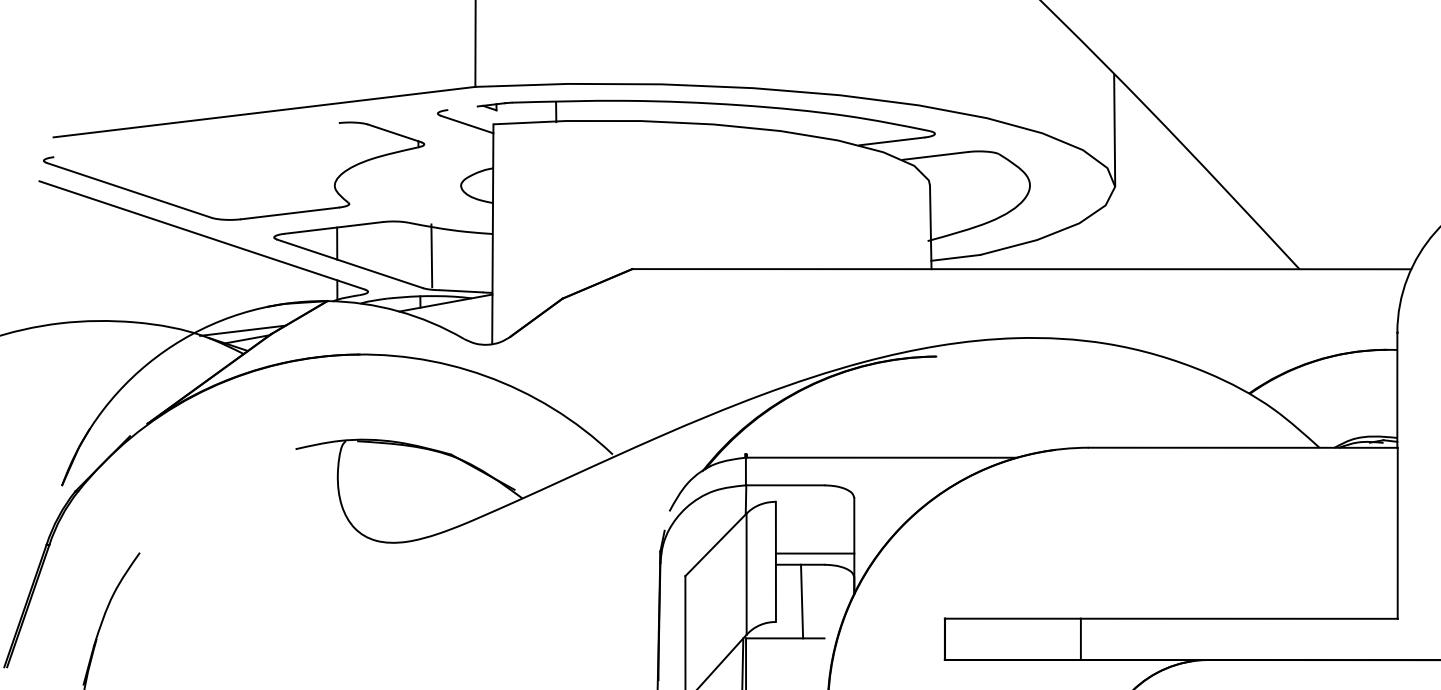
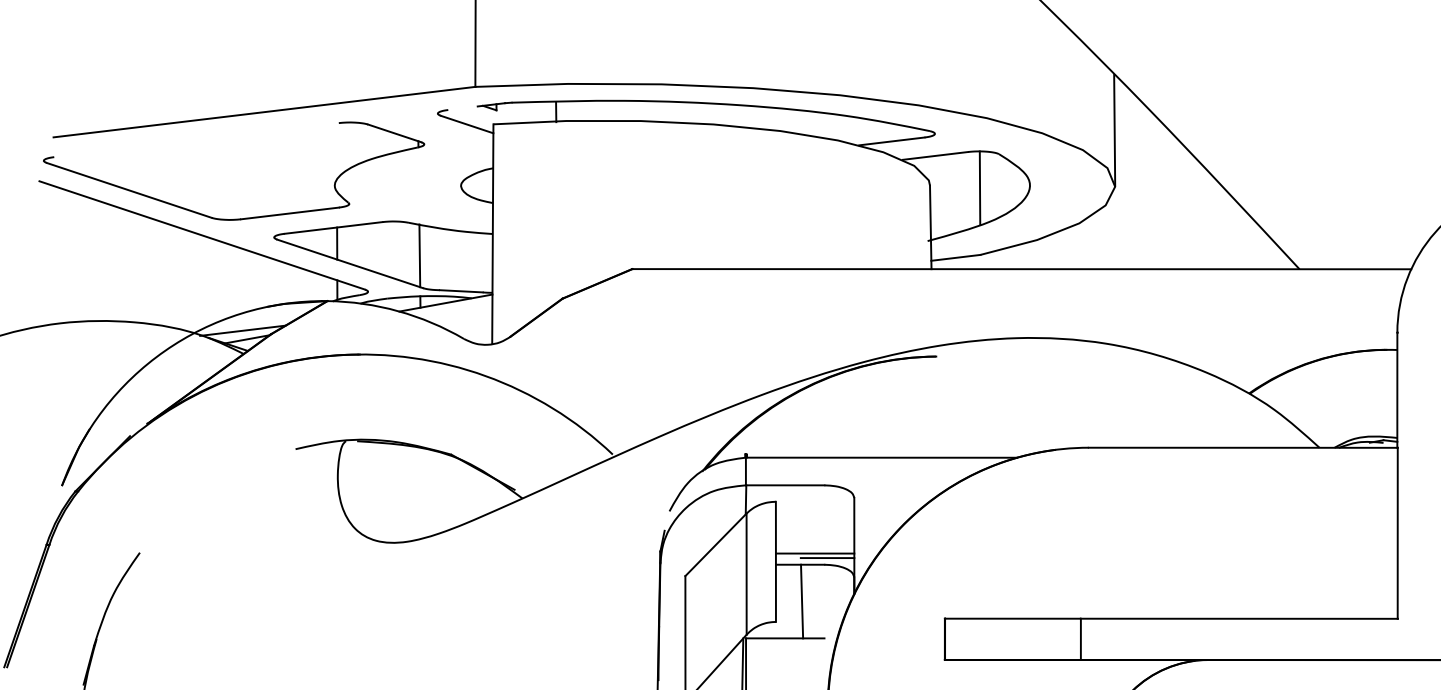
line at (979, 187): none -> present
line at (431, 255) position: (431, 255) -> (419, 255)
line at (827, 558): none -> present
